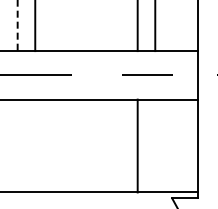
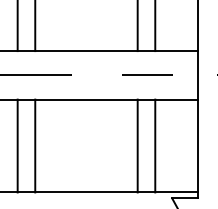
line at (17, 26): dashed -> solid
line at (17, 145): none -> present
line at (35, 145): none -> present
line at (155, 145): none -> present
